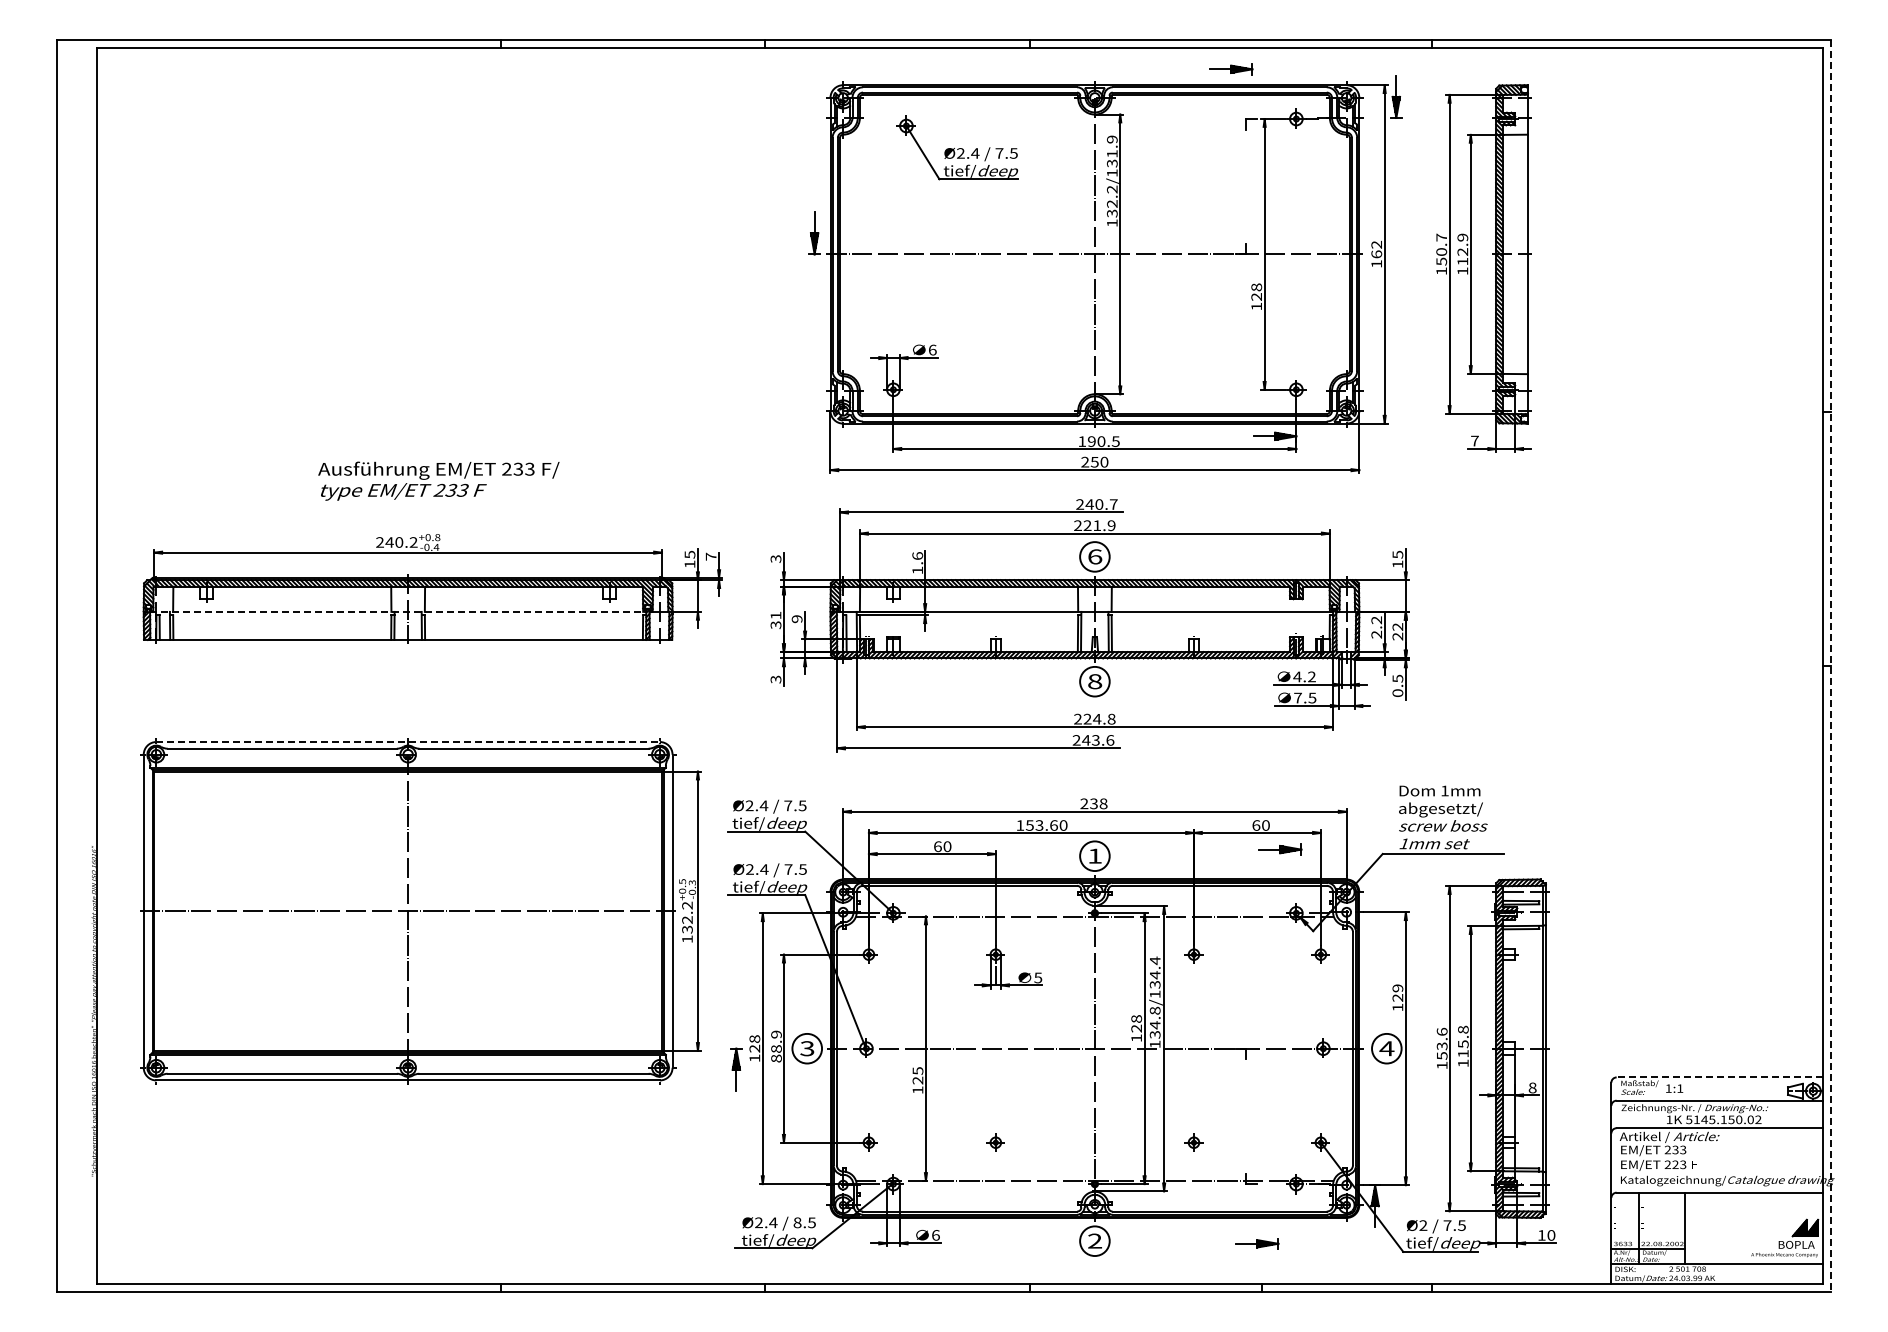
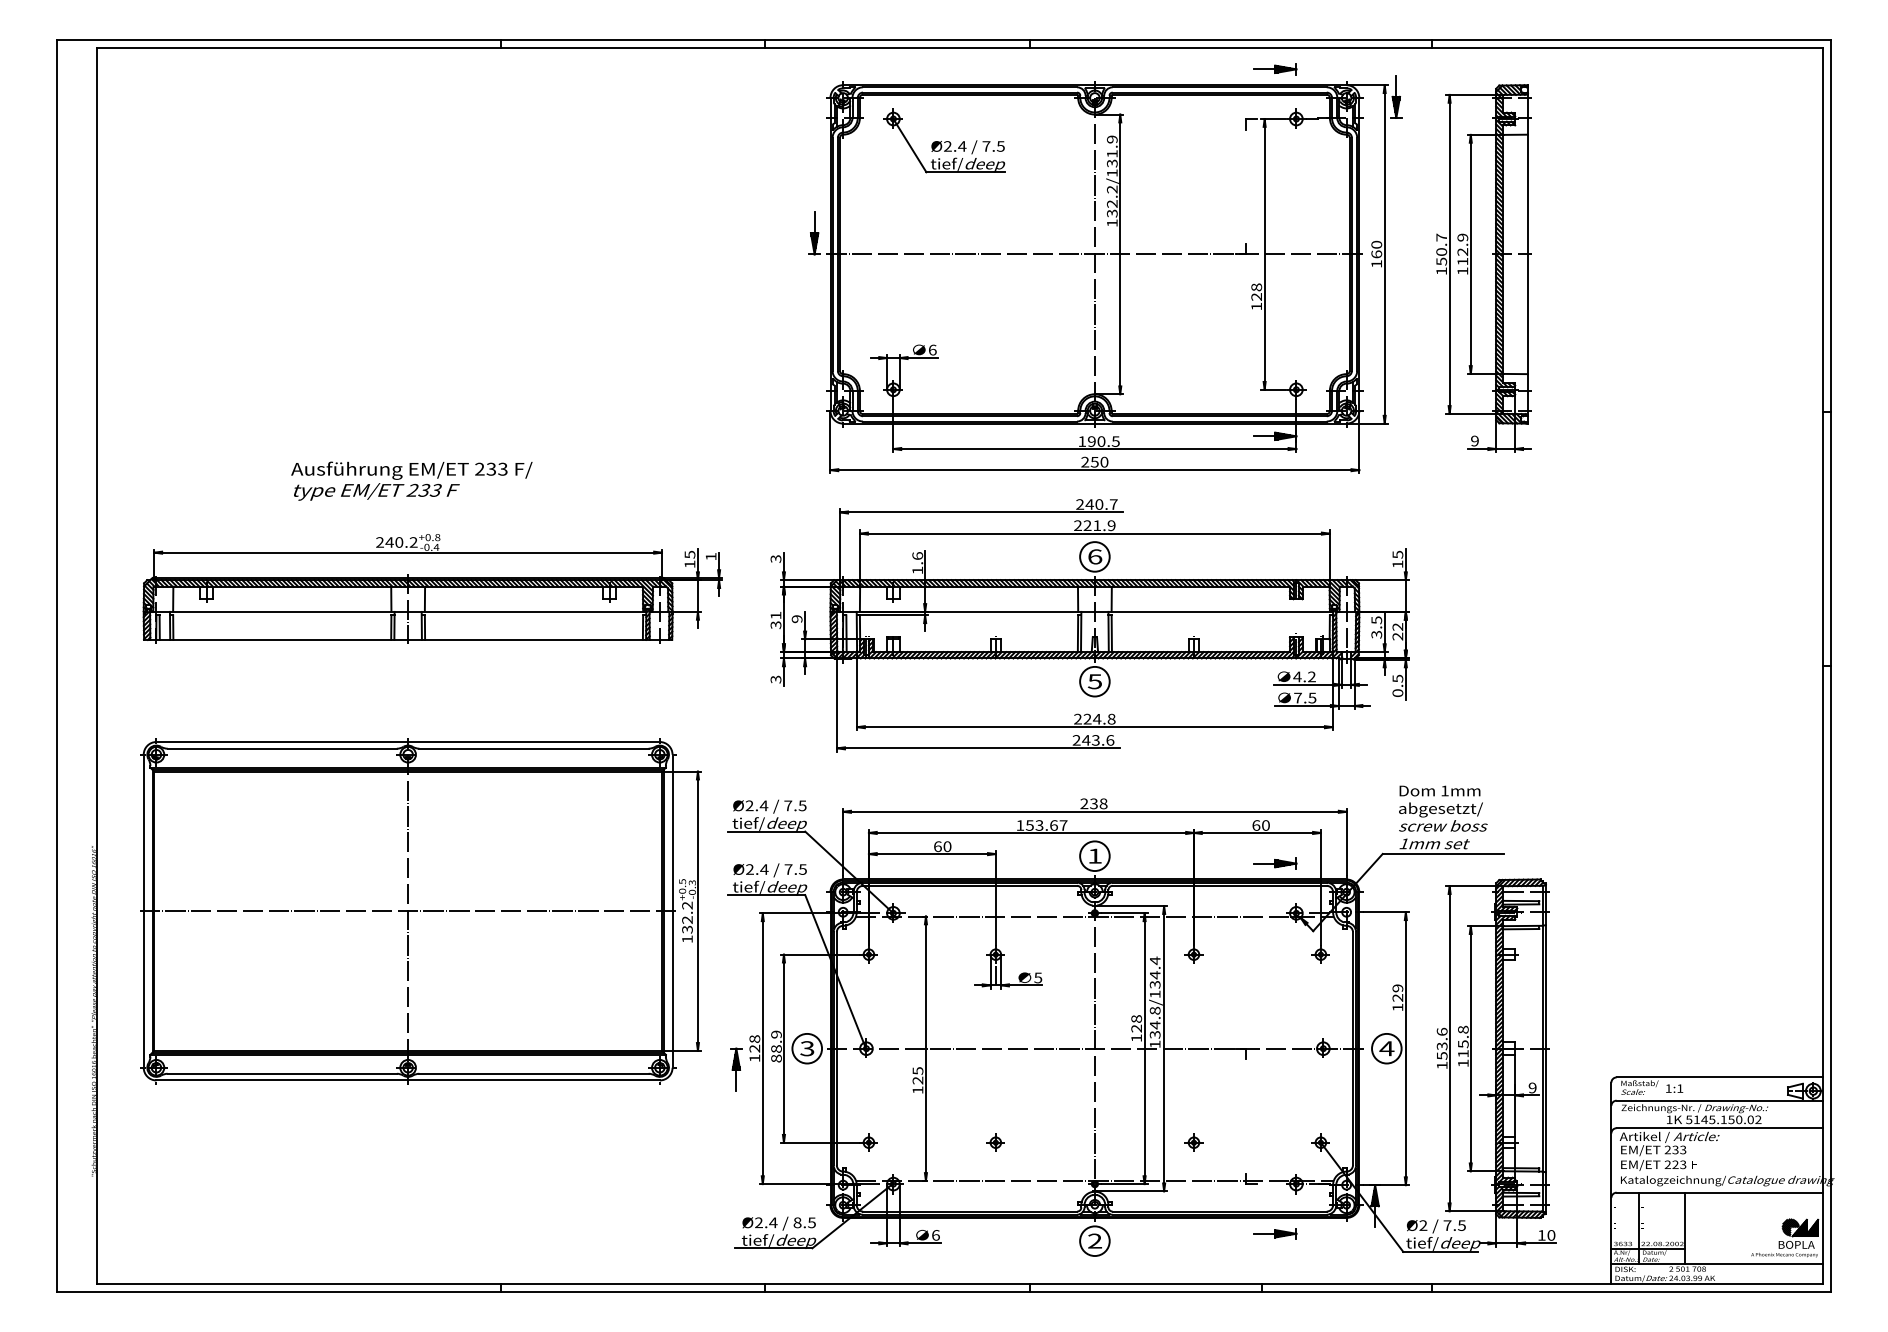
part at (1231, 69) position: (1231, 69) -> (1275, 69)
part at (957, 147) position: (957, 147) -> (944, 140)
text at (1376, 244): 162 -> 160
text at (1474, 440): 7 -> 9
text at (438, 480) position: (438, 480) -> (411, 480)
text at (710, 556): 7 -> 1
line at (398, 611): dashed -> solid
text at (1376, 627): 2.2 -> 3.5
line at (1831, 666): dashed -> solid
text at (1094, 681): 8 -> 5
line at (408, 742): dashed -> solid
text at (1063, 825): 153.60 -> 153.67
part at (1280, 849) position: (1280, 849) -> (1275, 863)
line at (1719, 1077): dashed -> solid
text at (1532, 1087): 8 -> 9
hatch at (1790, 1227): none -> present
part at (1257, 1243) position: (1257, 1243) -> (1275, 1233)
